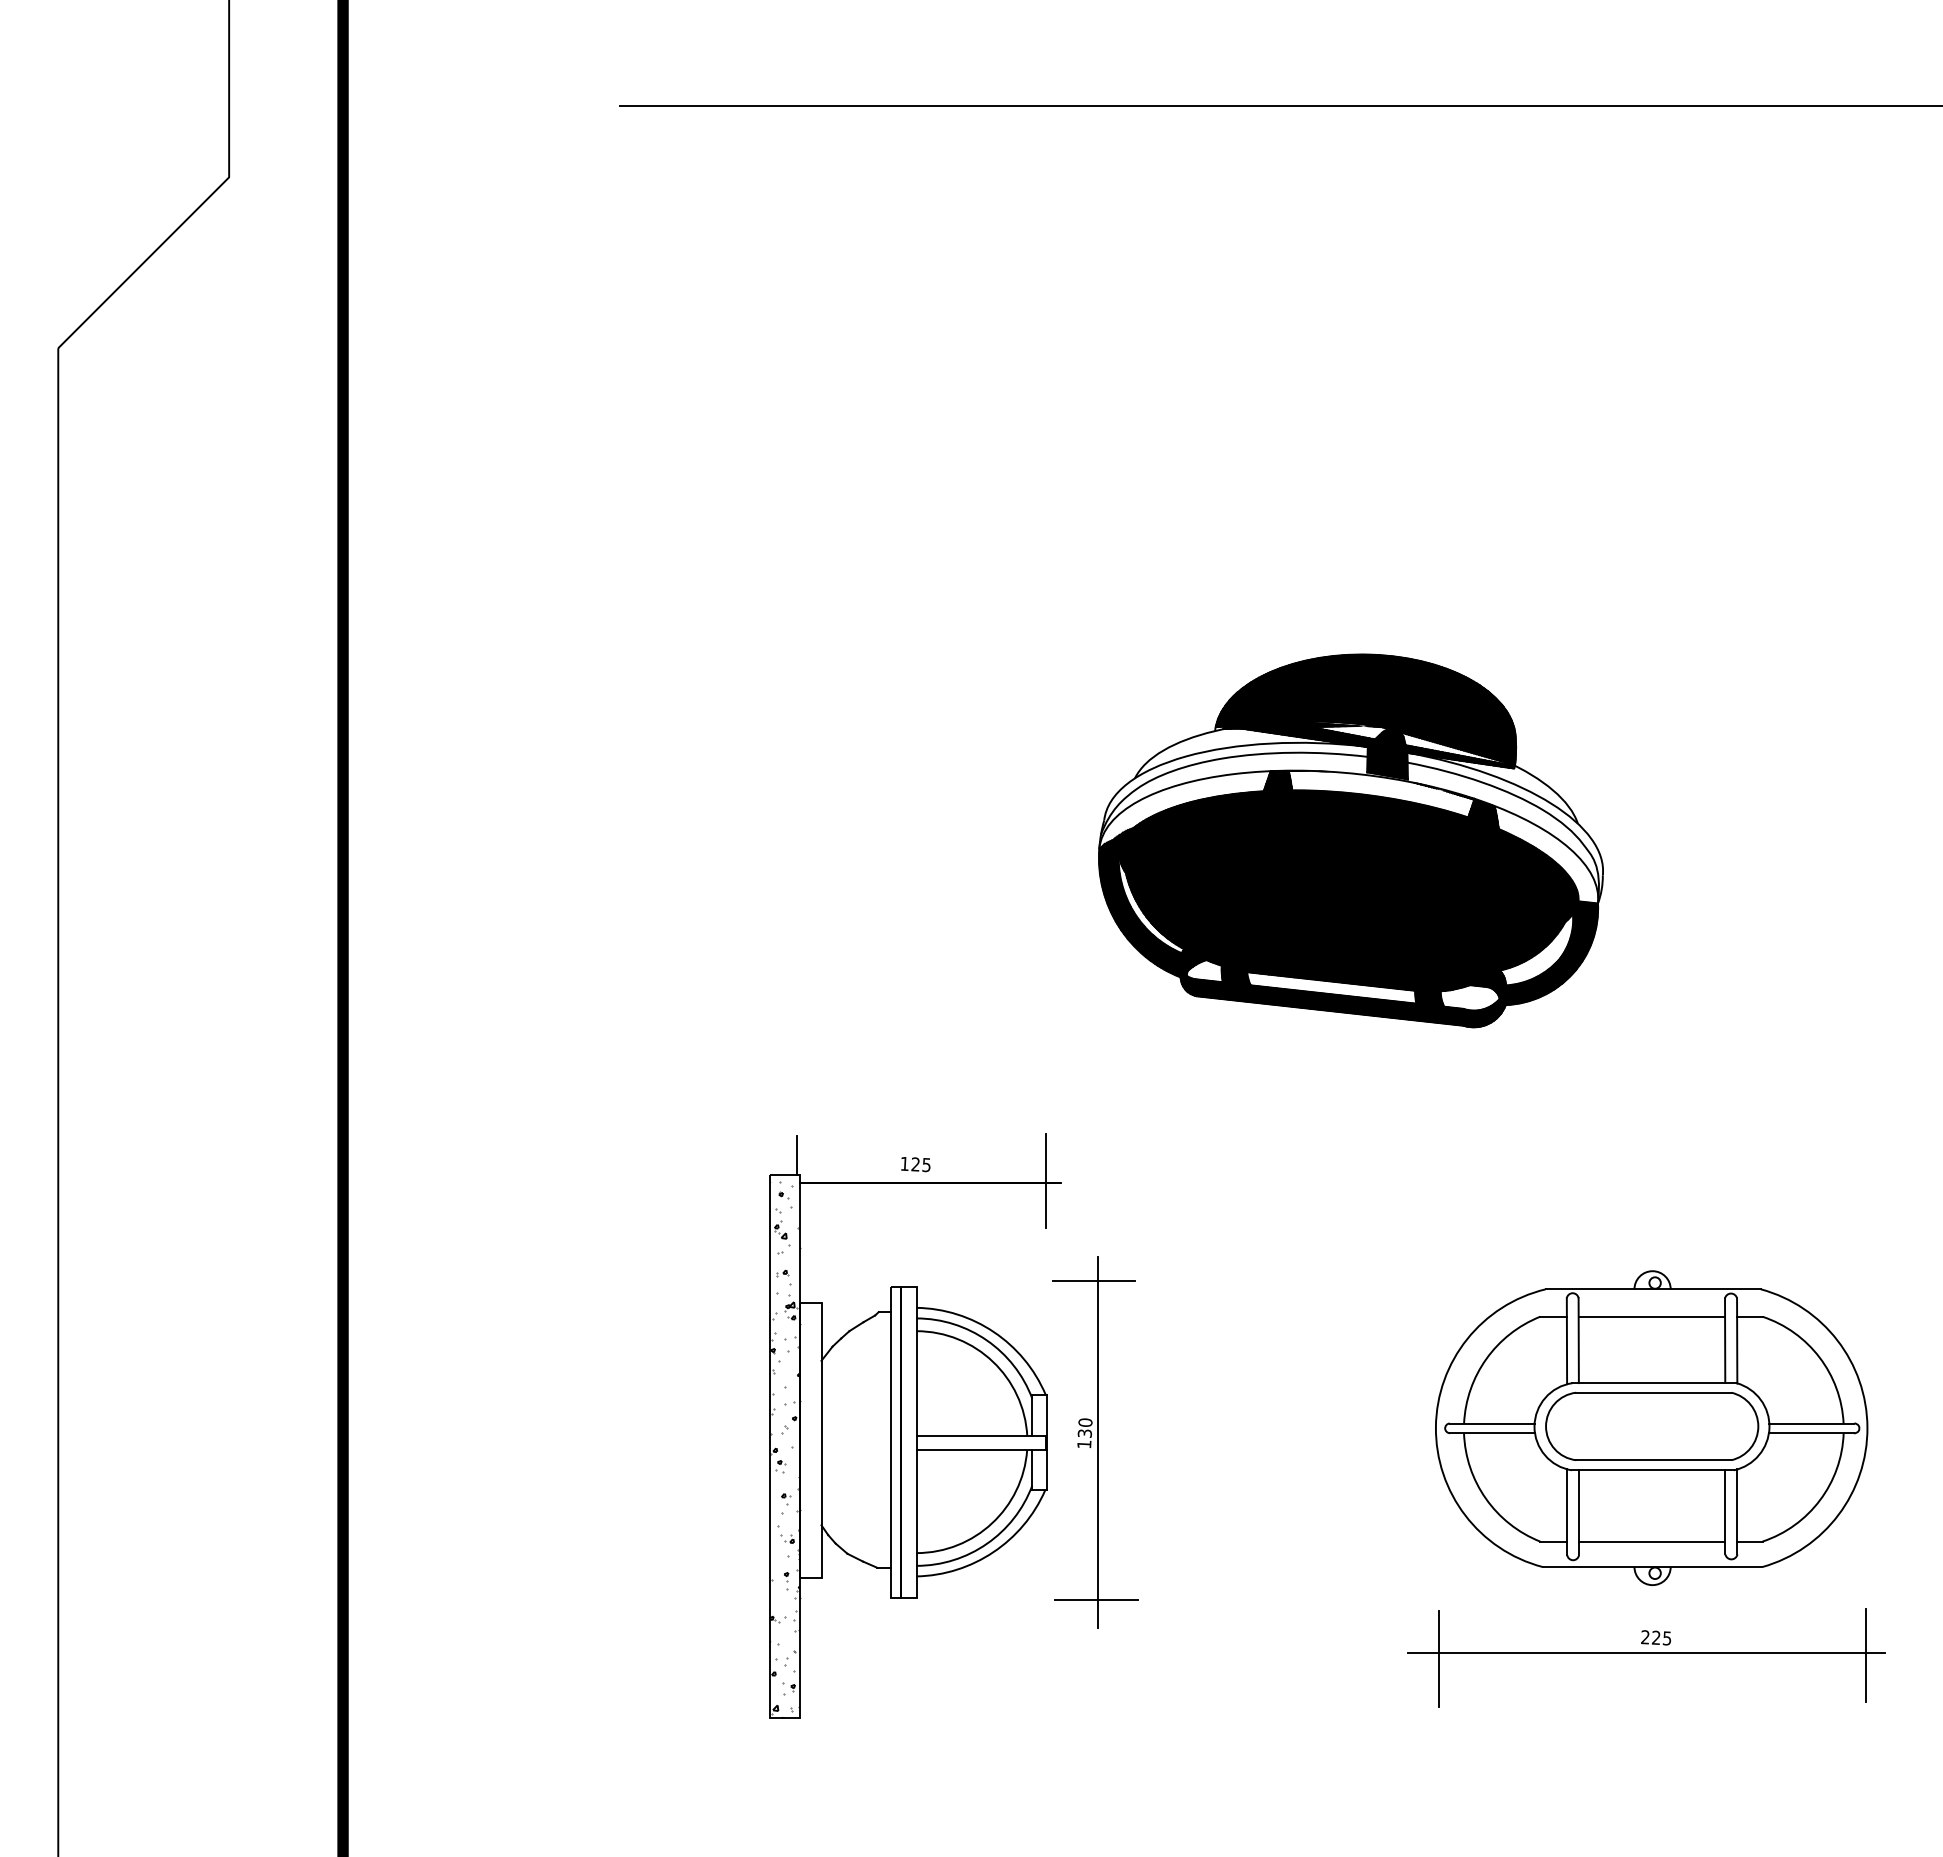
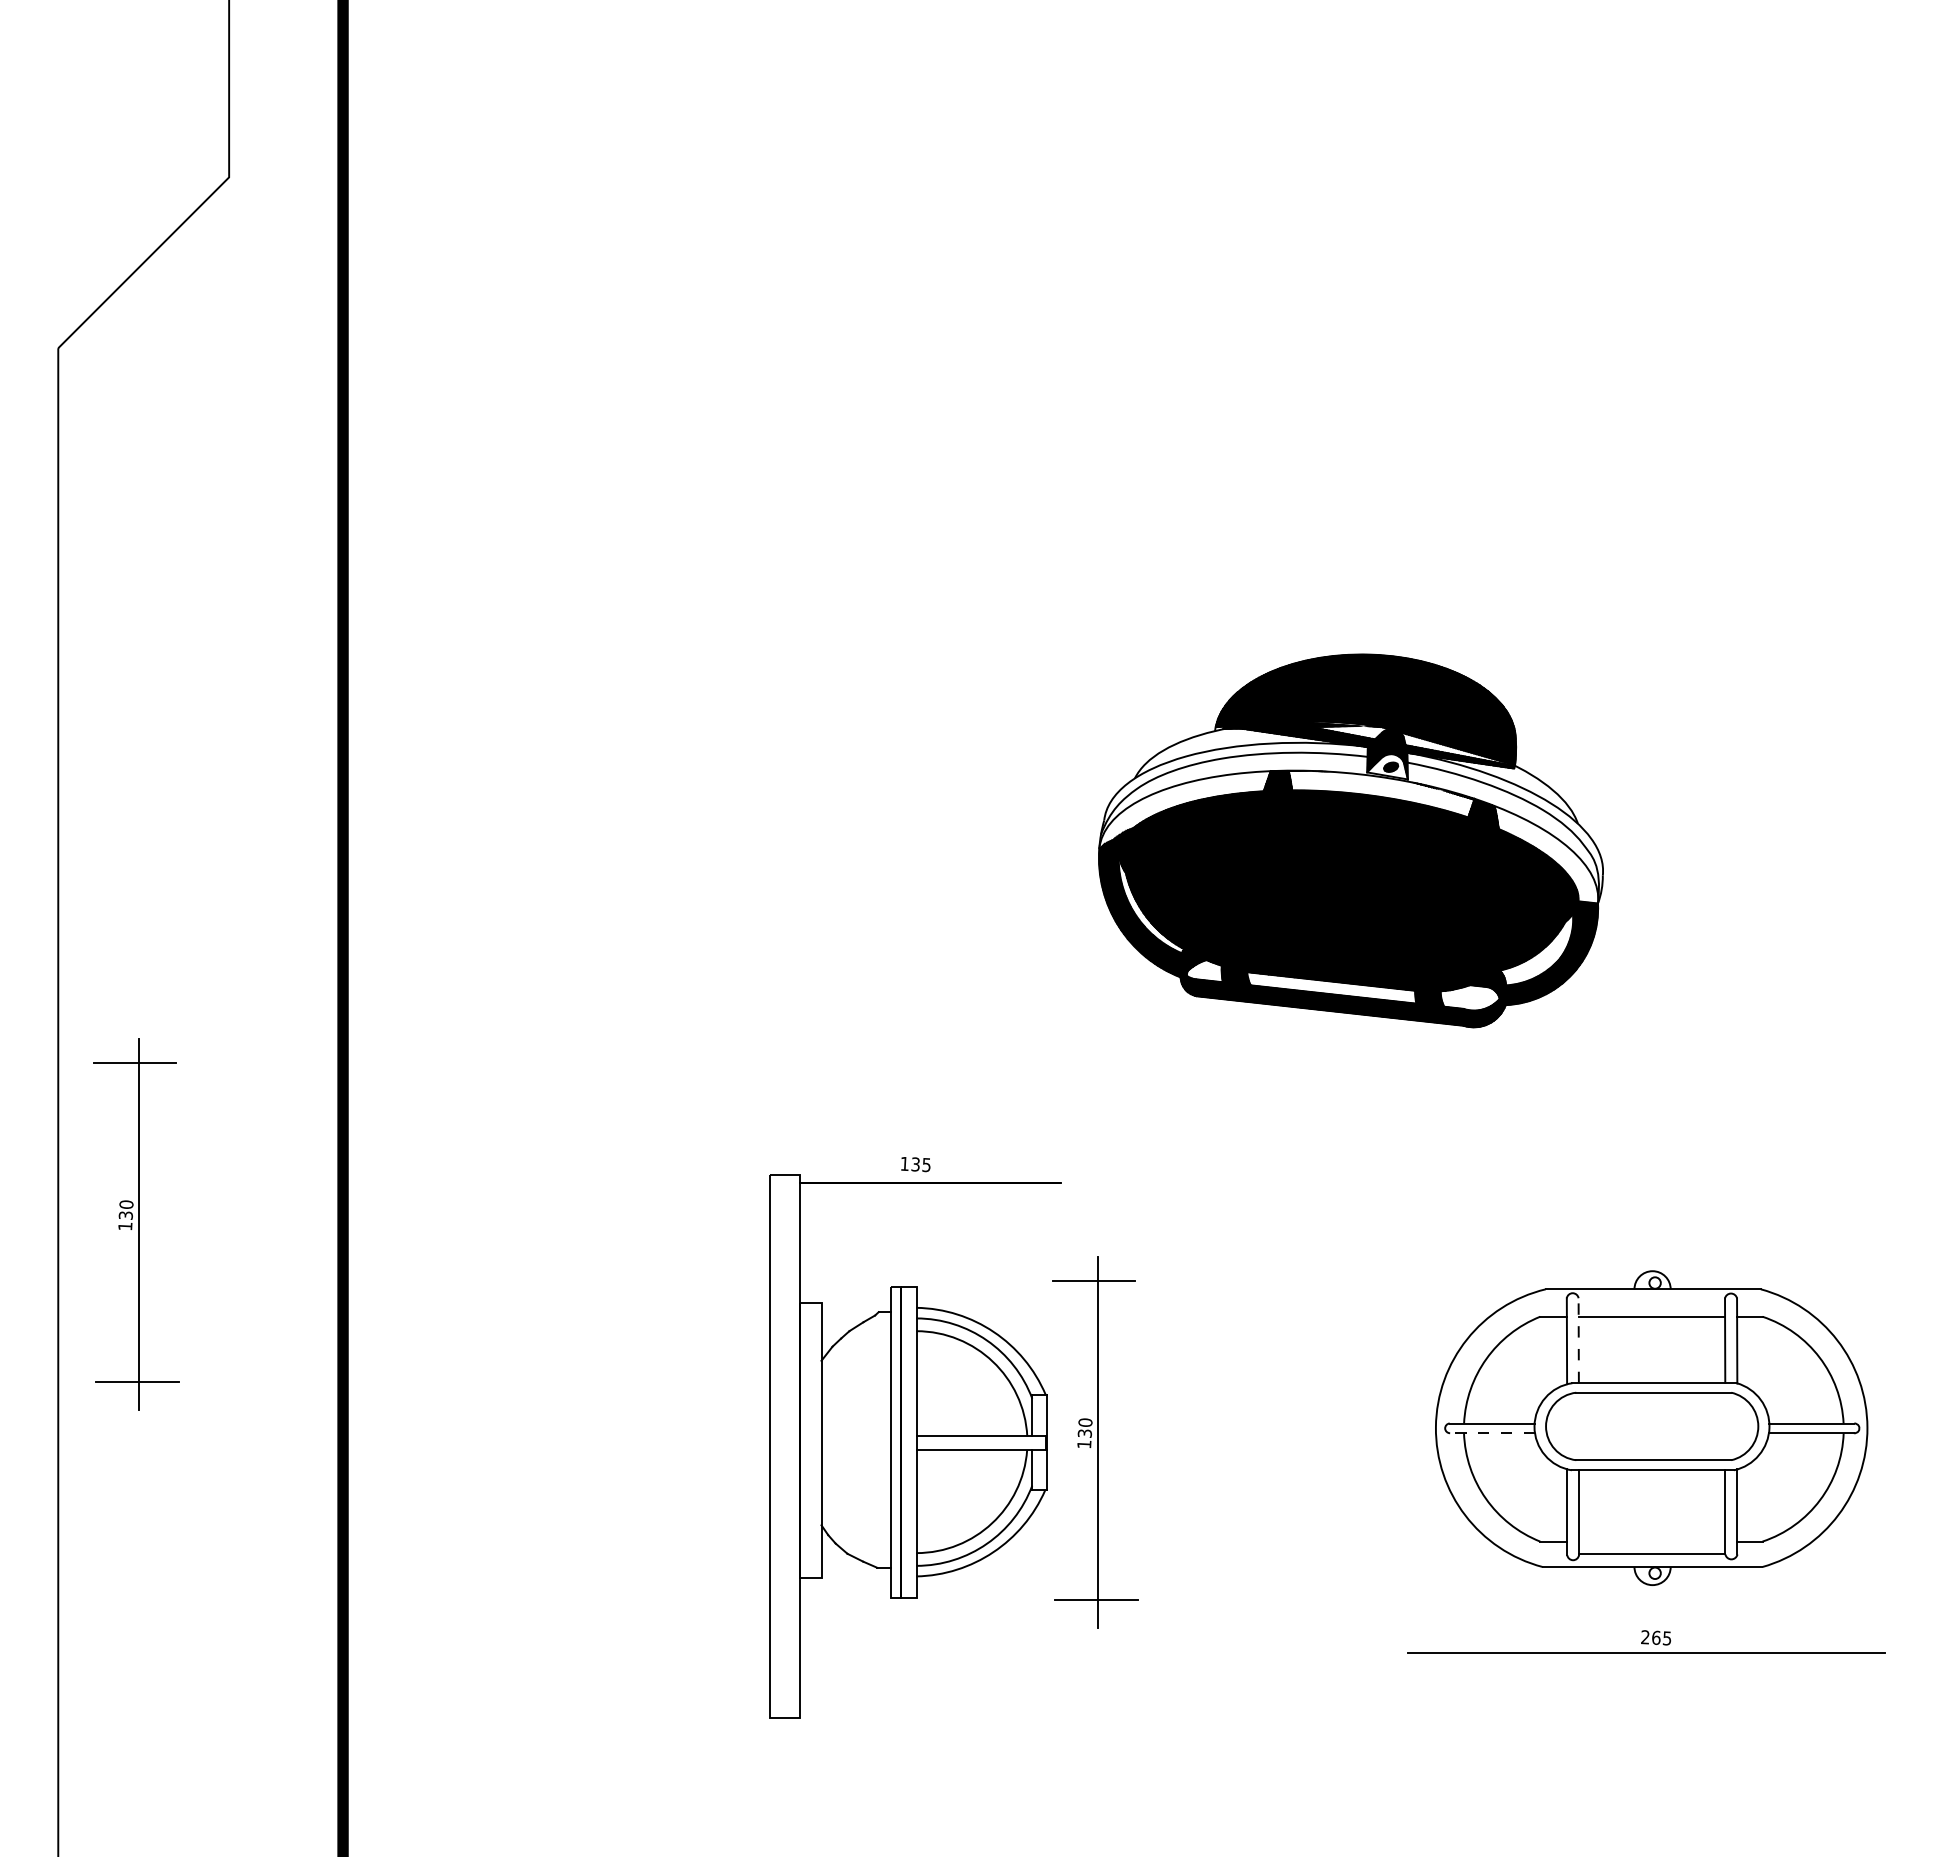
line at (1279, 105): present -> none
hatch at (1387, 766): present -> none
line at (797, 1154): present -> none
text at (915, 1164): 125 -> 135
line at (1046, 1181): present -> none
part at (136, 1224): none -> present
line at (1578, 1340): solid -> dashed
line at (1492, 1433): solid -> dashed
hatch at (785, 1450): present -> none
line at (1652, 1541) position: (1652, 1541) -> (1652, 1553)
text at (1656, 1637): 225 -> 265
line at (1866, 1655): present -> none
line at (1438, 1658): present -> none
